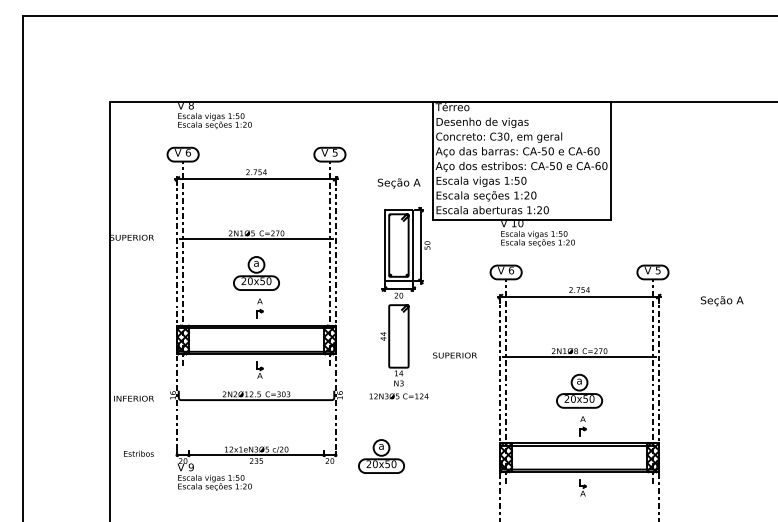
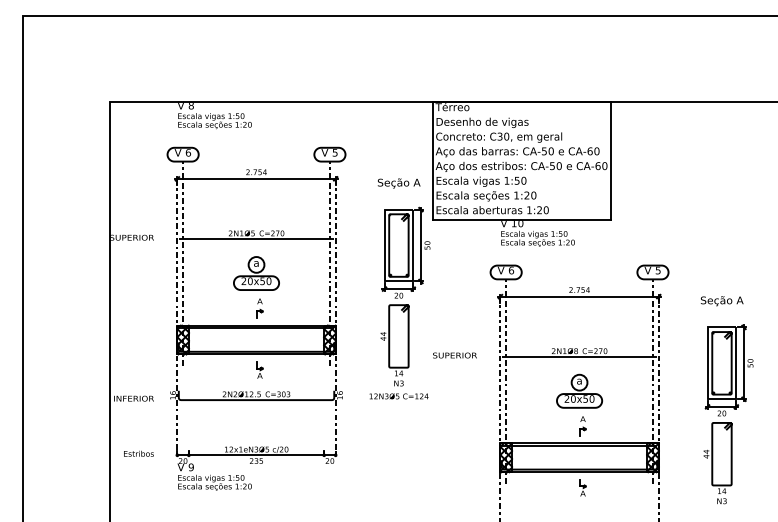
part at (728, 414): none -> present
part at (381, 456): present -> none
